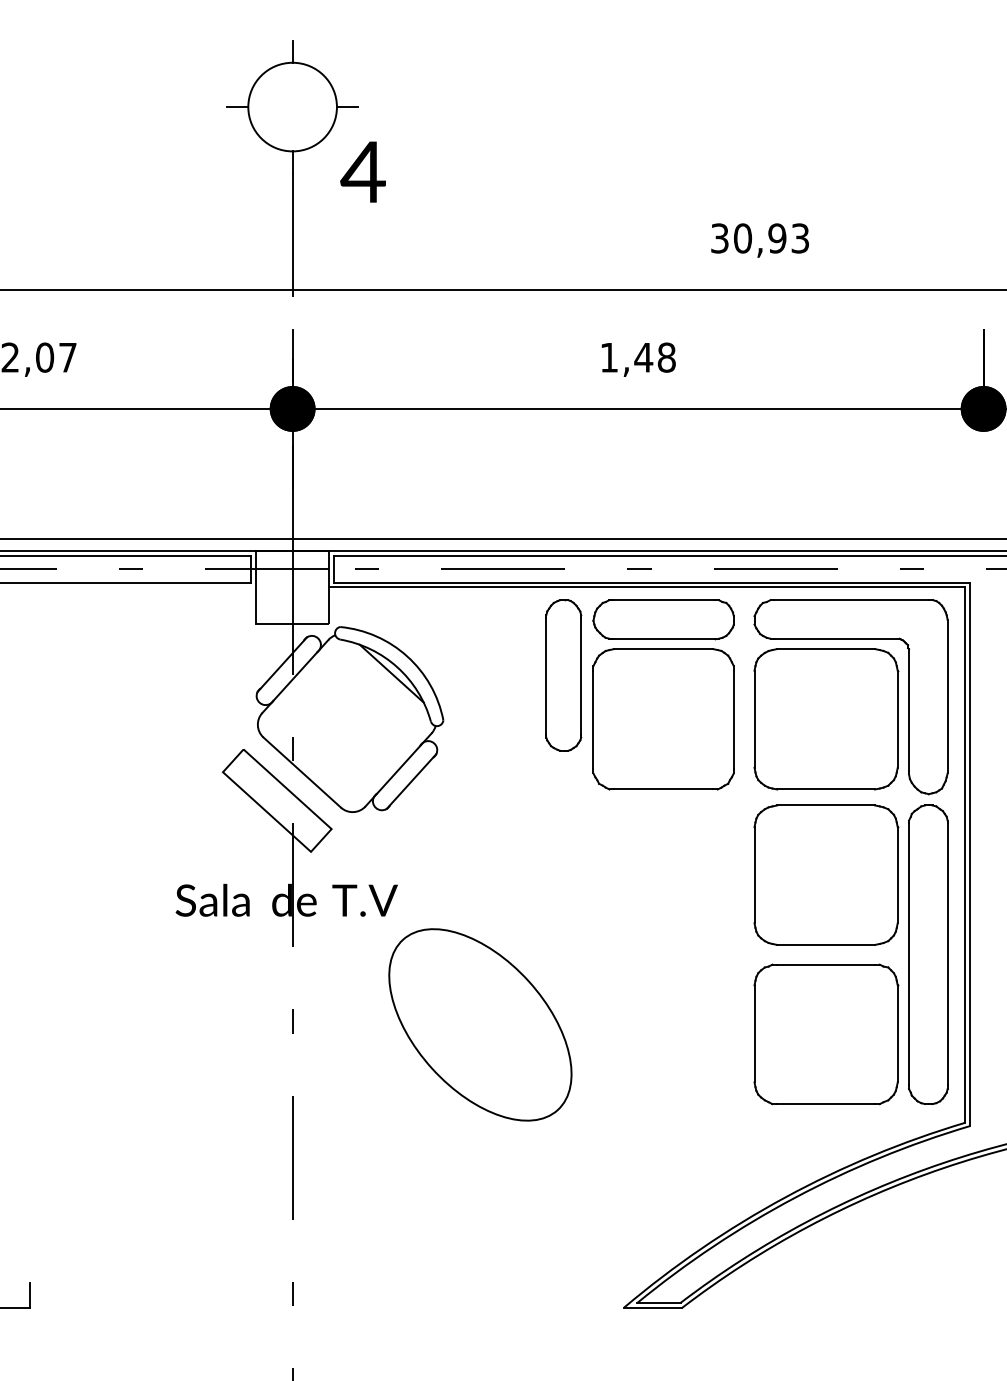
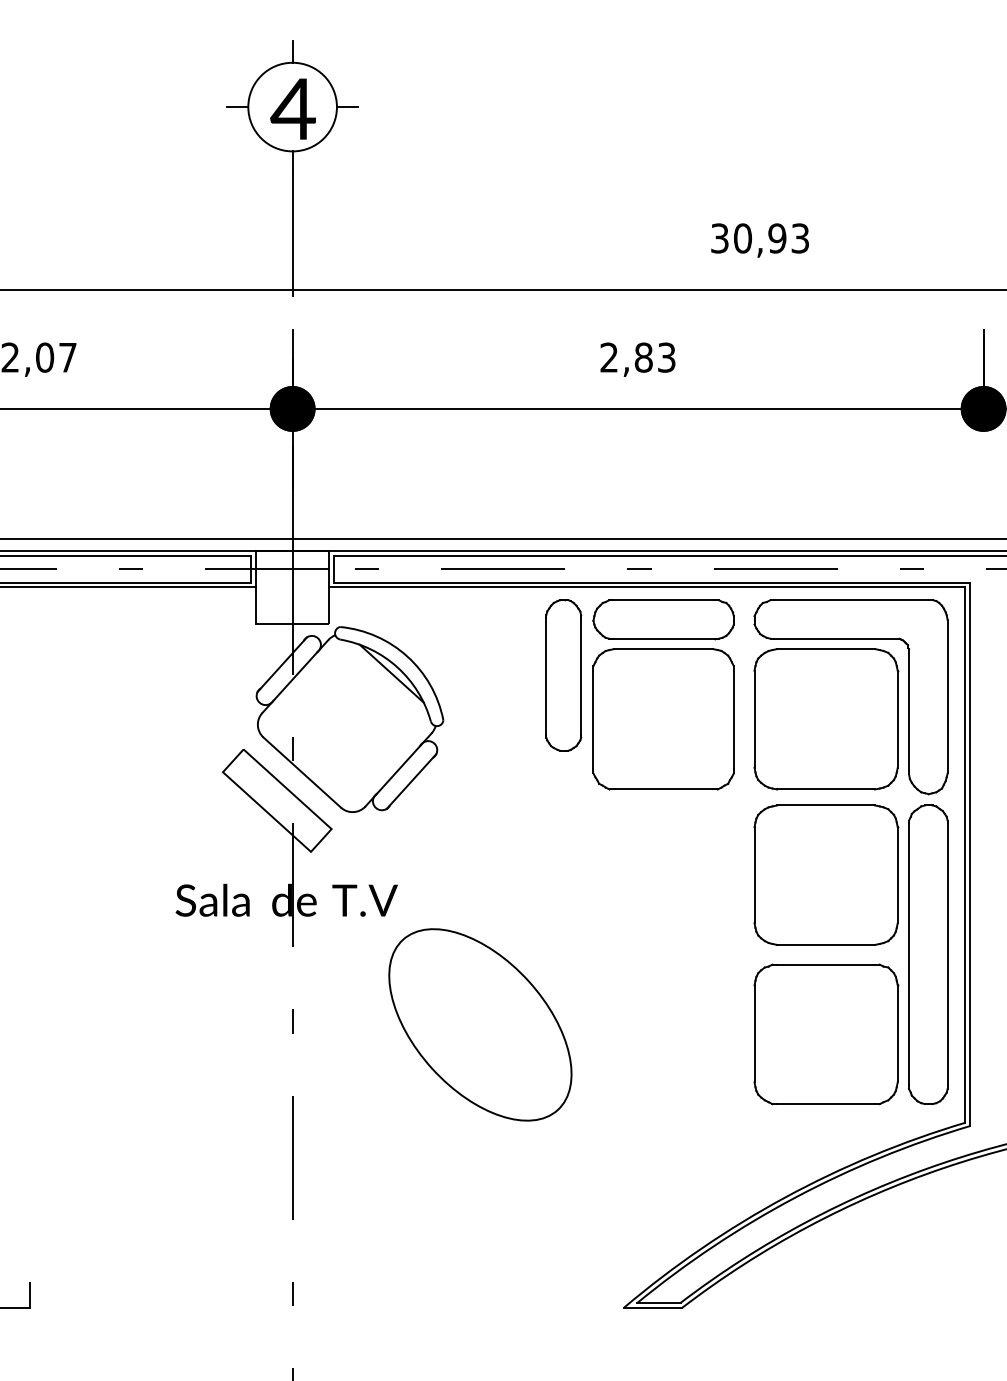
text at (362, 171) position: (362, 171) -> (292, 108)
text at (637, 357): 1,48 -> 2,83
line at (129, 587): none -> present
